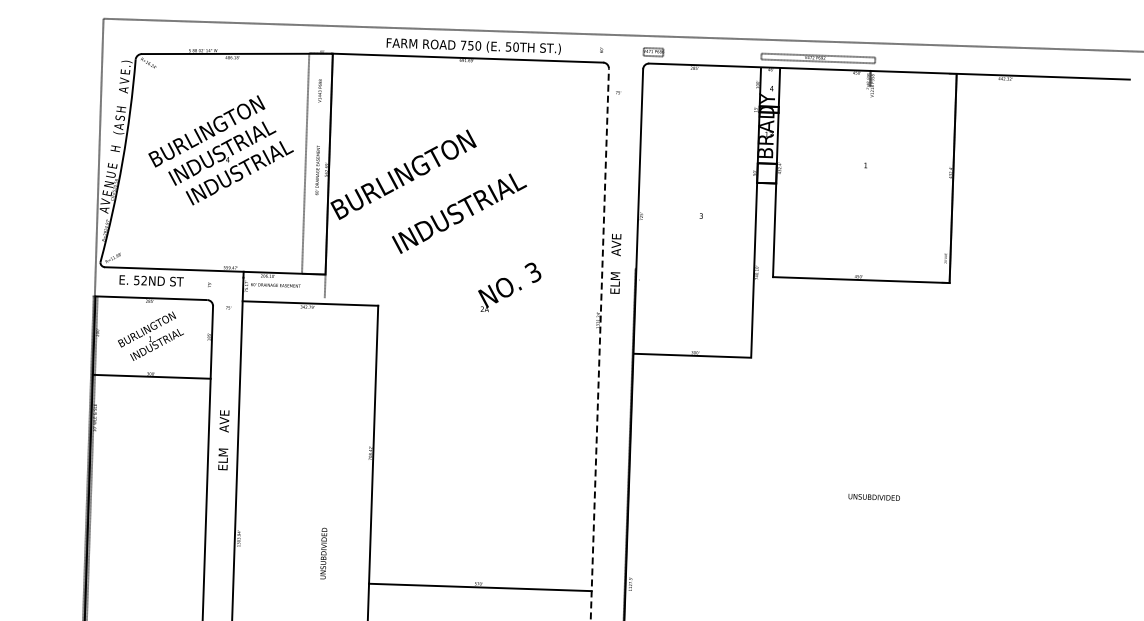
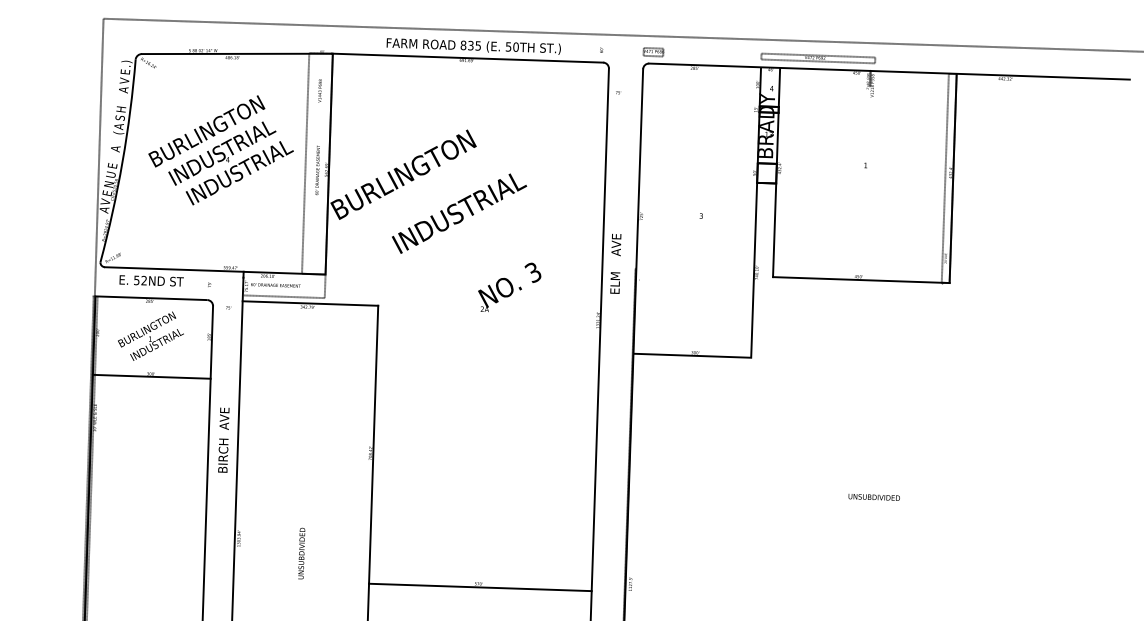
text at (470, 45): 750 -> 835
text at (115, 148): H -> A
line at (944, 177): none -> present
line at (283, 296): none -> present
line at (599, 344): dashed -> solid
text at (223, 439): ELM    AVE -> BIRCH  AVE
text at (323, 553) position: (323, 553) -> (301, 553)
